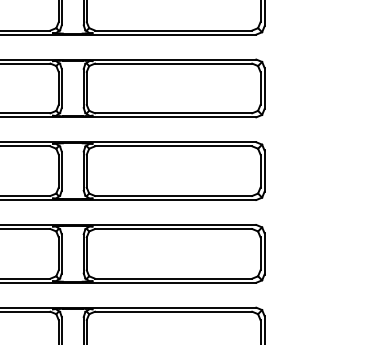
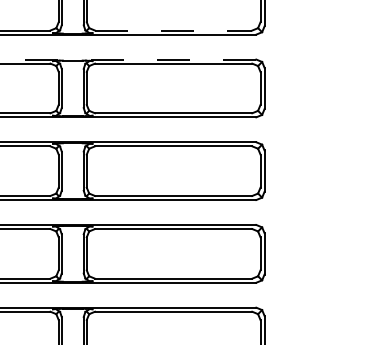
line at (173, 30): solid -> dashed
line at (128, 59): solid -> dashed
